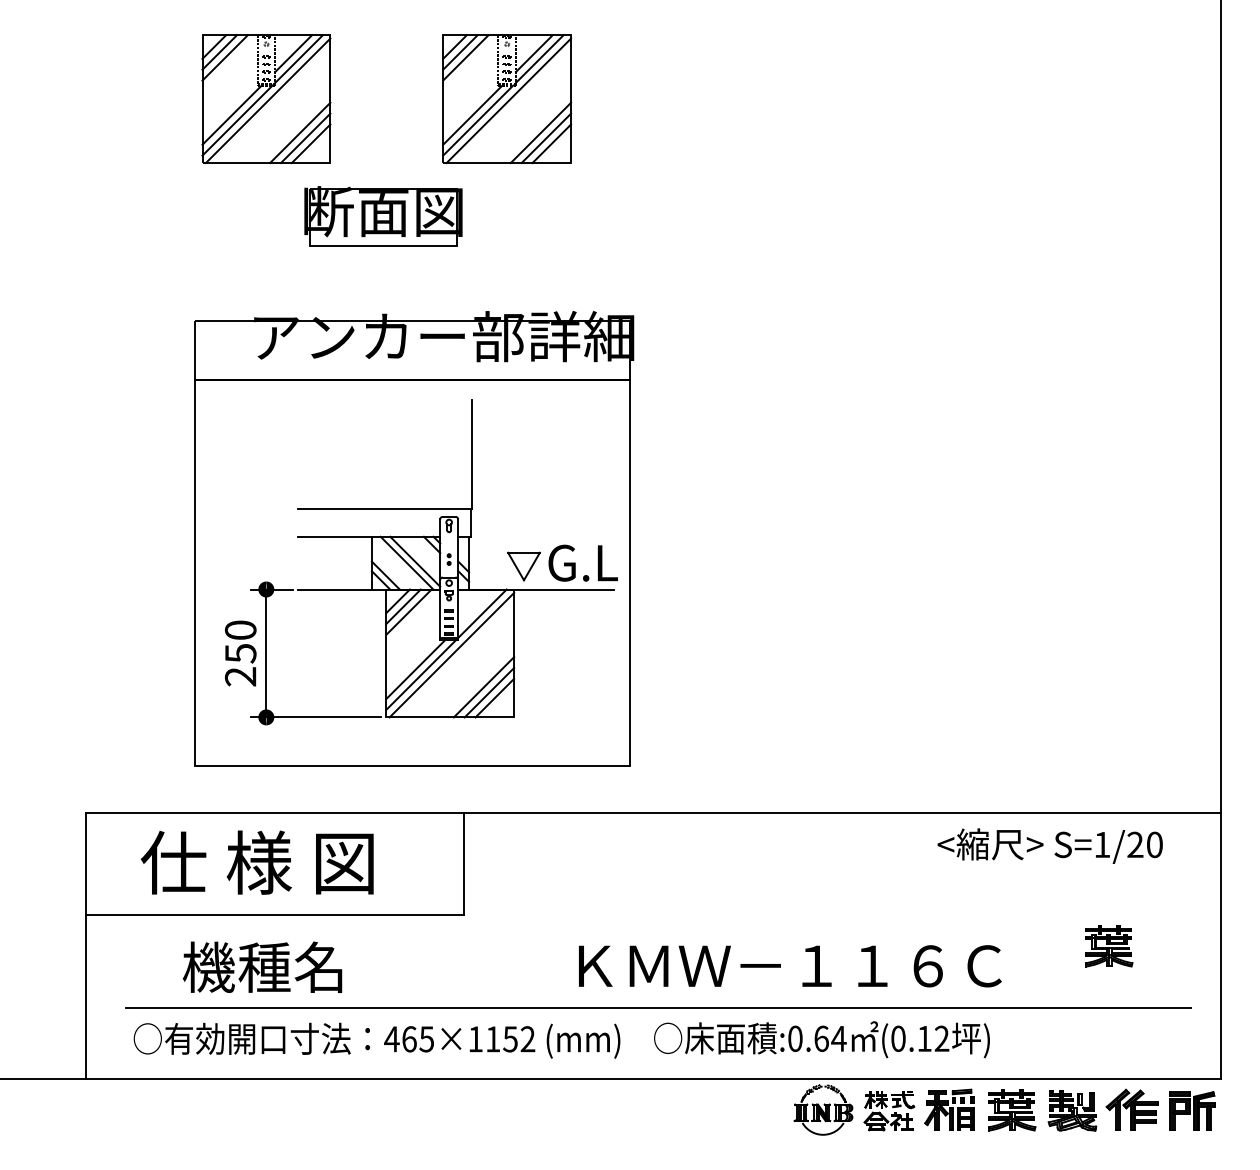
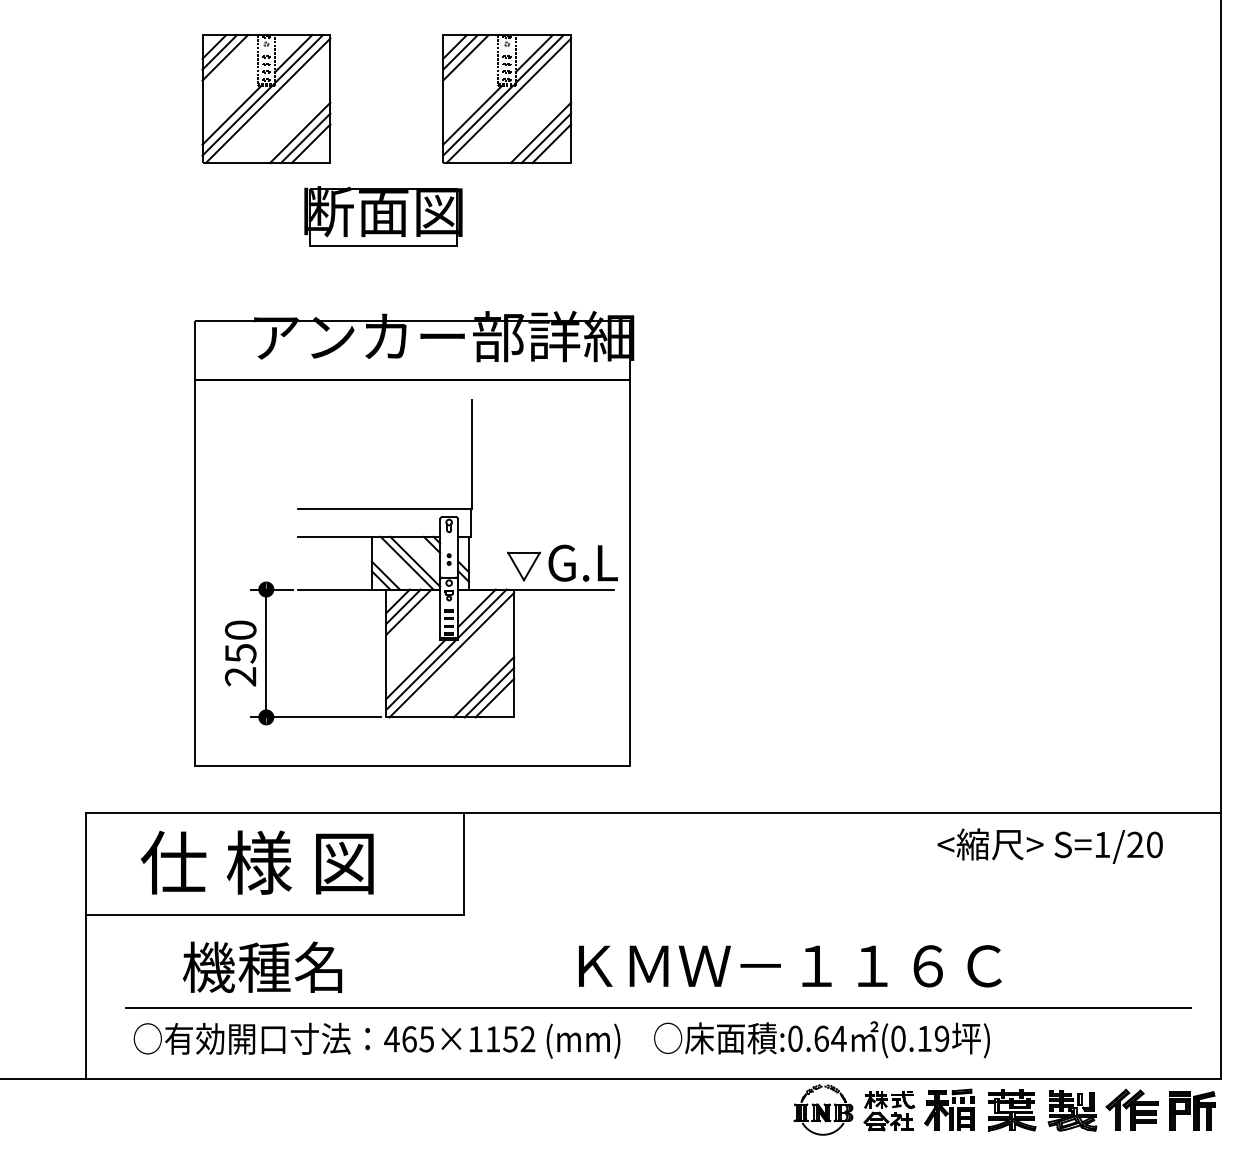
line at (476, 608): none -> present
part at (1109, 946): present -> none
text at (941, 1038): (0.12 -> (0.19
